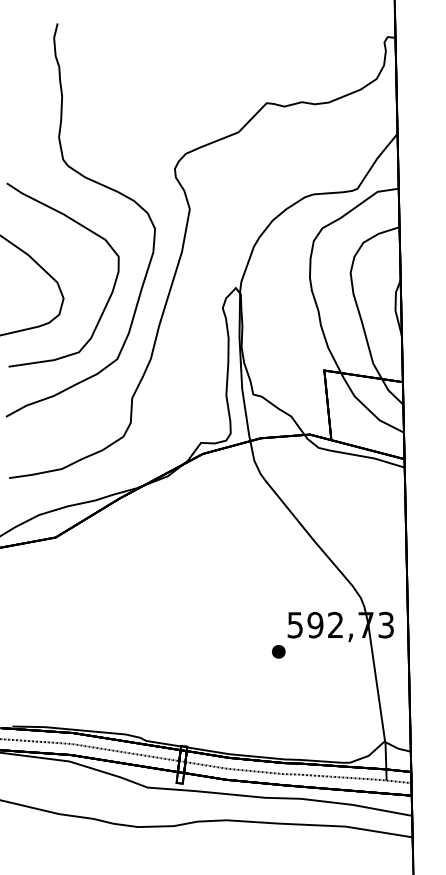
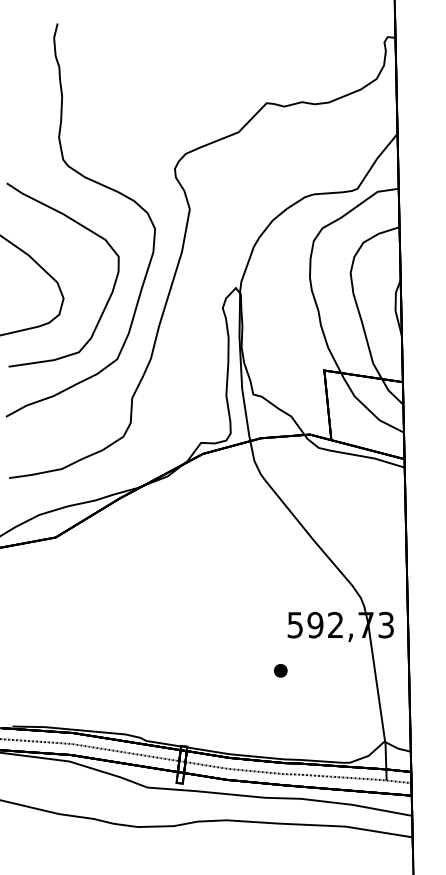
part at (278, 651) position: (278, 651) -> (280, 670)
